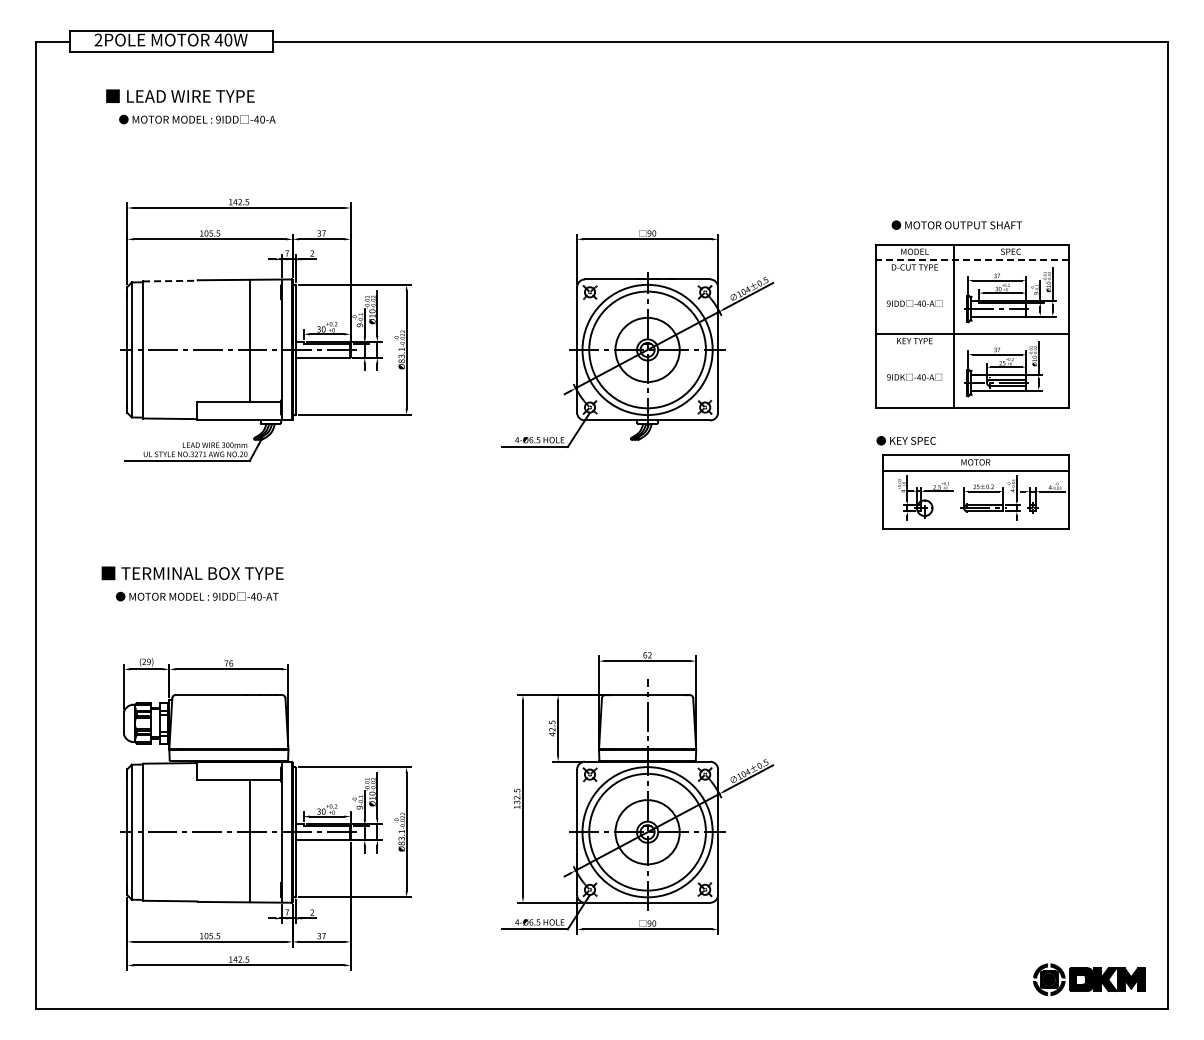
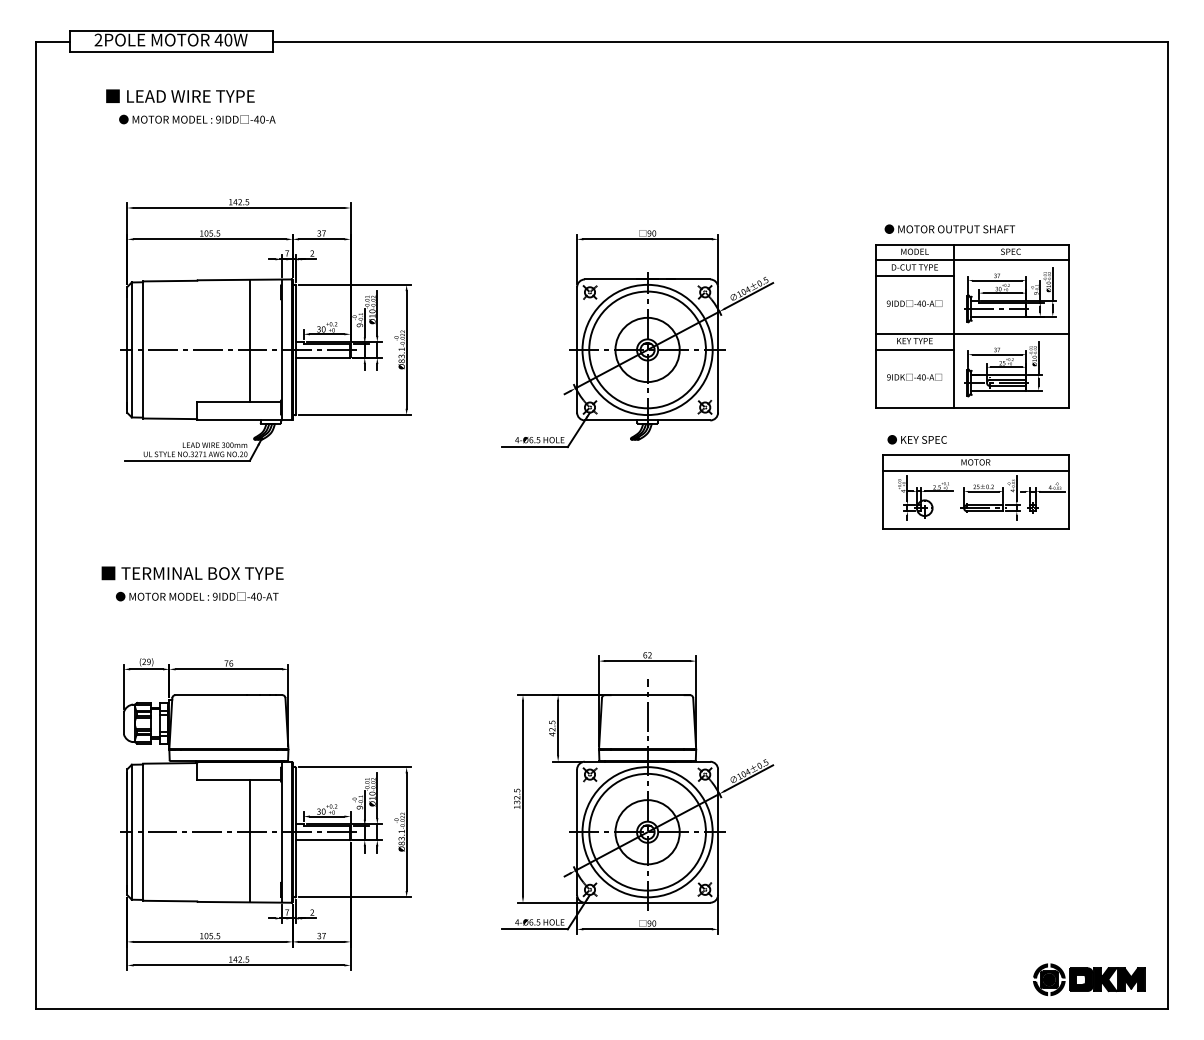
text at (956, 224) position: (956, 224) -> (949, 228)
line at (972, 260): dashed -> solid
line at (914, 276): none -> present
line at (170, 281): dashed -> solid
line at (914, 349): none -> present
text at (905, 440) position: (905, 440) -> (916, 439)
